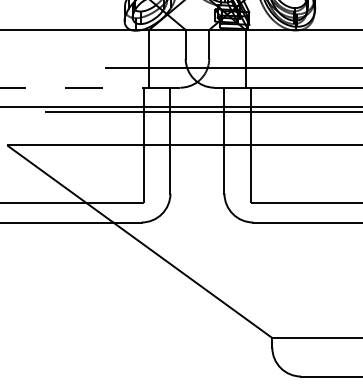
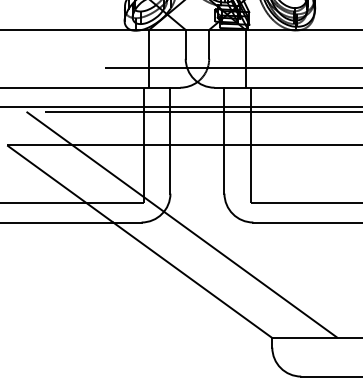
line at (90, 87): dashed -> solid
line at (181, 224): none -> present
